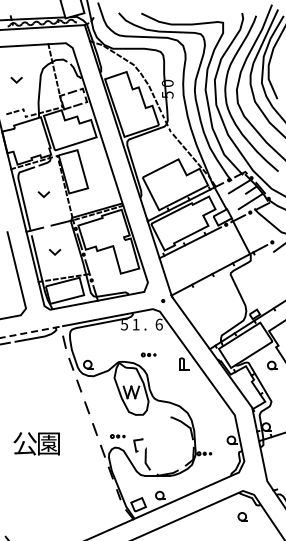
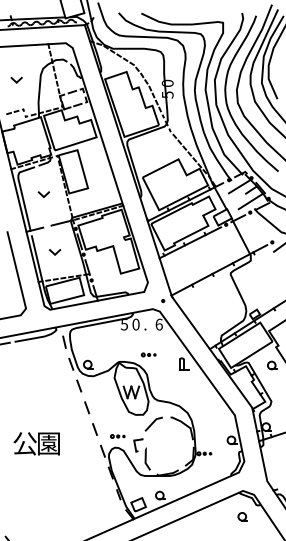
text at (135, 324): 1 -> 0
line at (31, 332): dashed -> solid
line at (153, 423): none -> present
